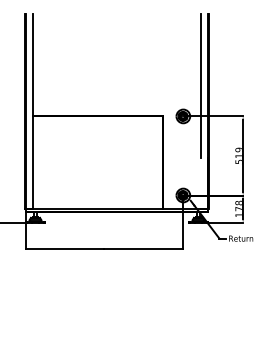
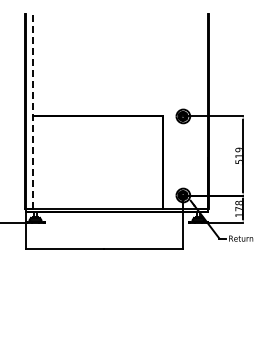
line at (200, 85): present -> none
line at (33, 110): solid -> dashed
